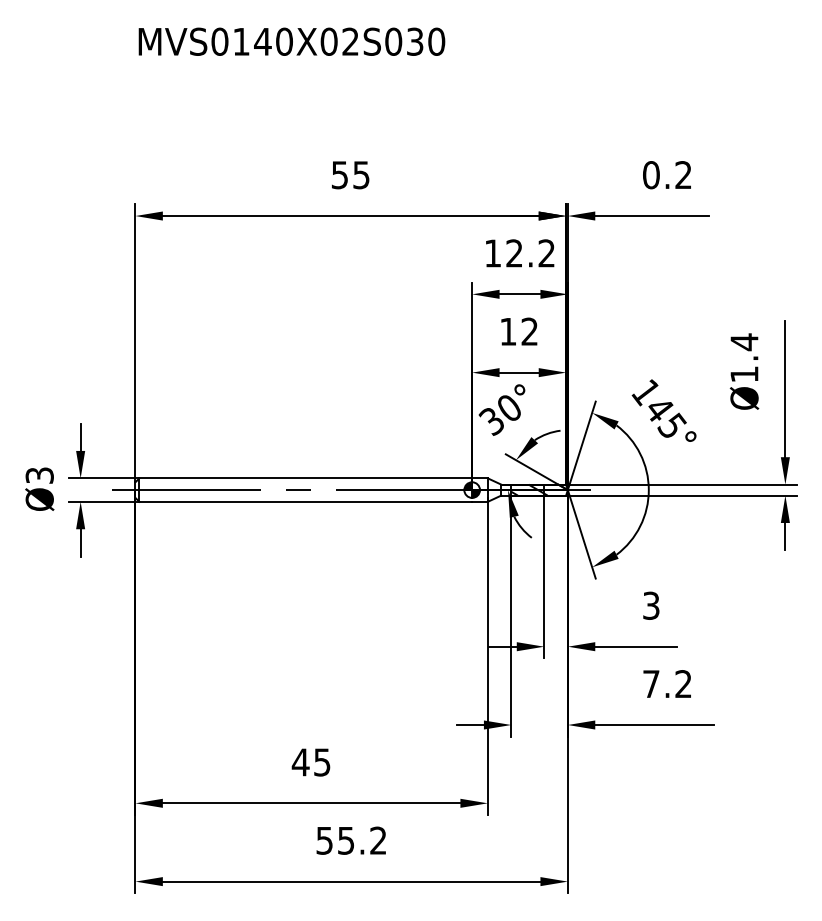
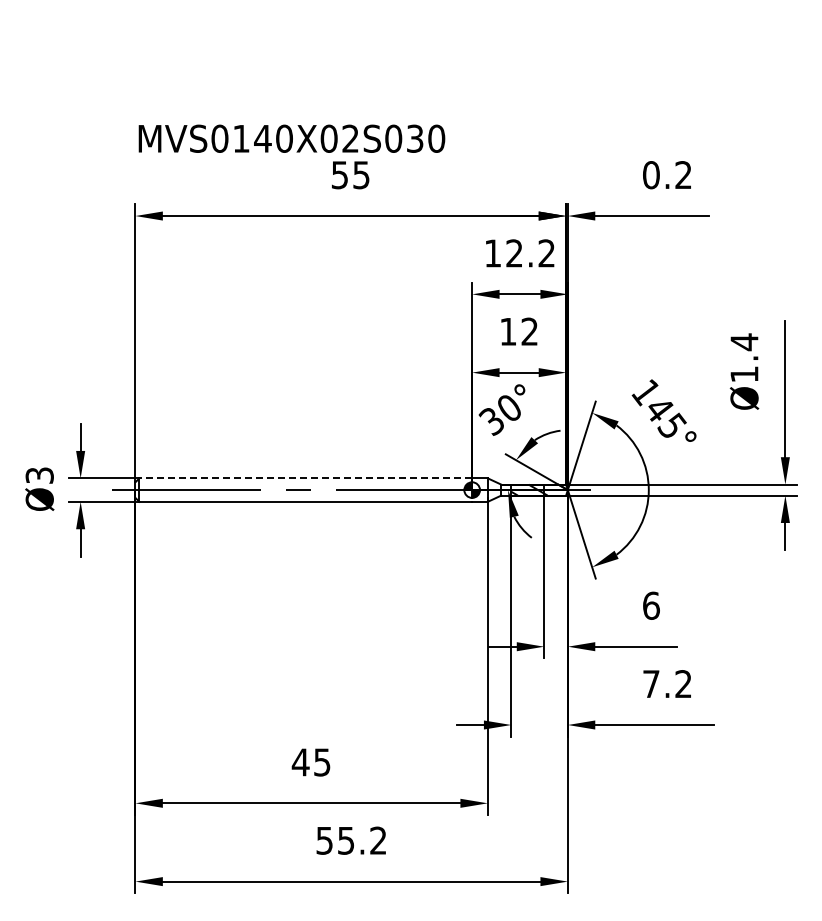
text at (291, 41) position: (291, 41) -> (291, 138)
line at (305, 478): solid -> dashed
text at (651, 605): 3 -> 6
